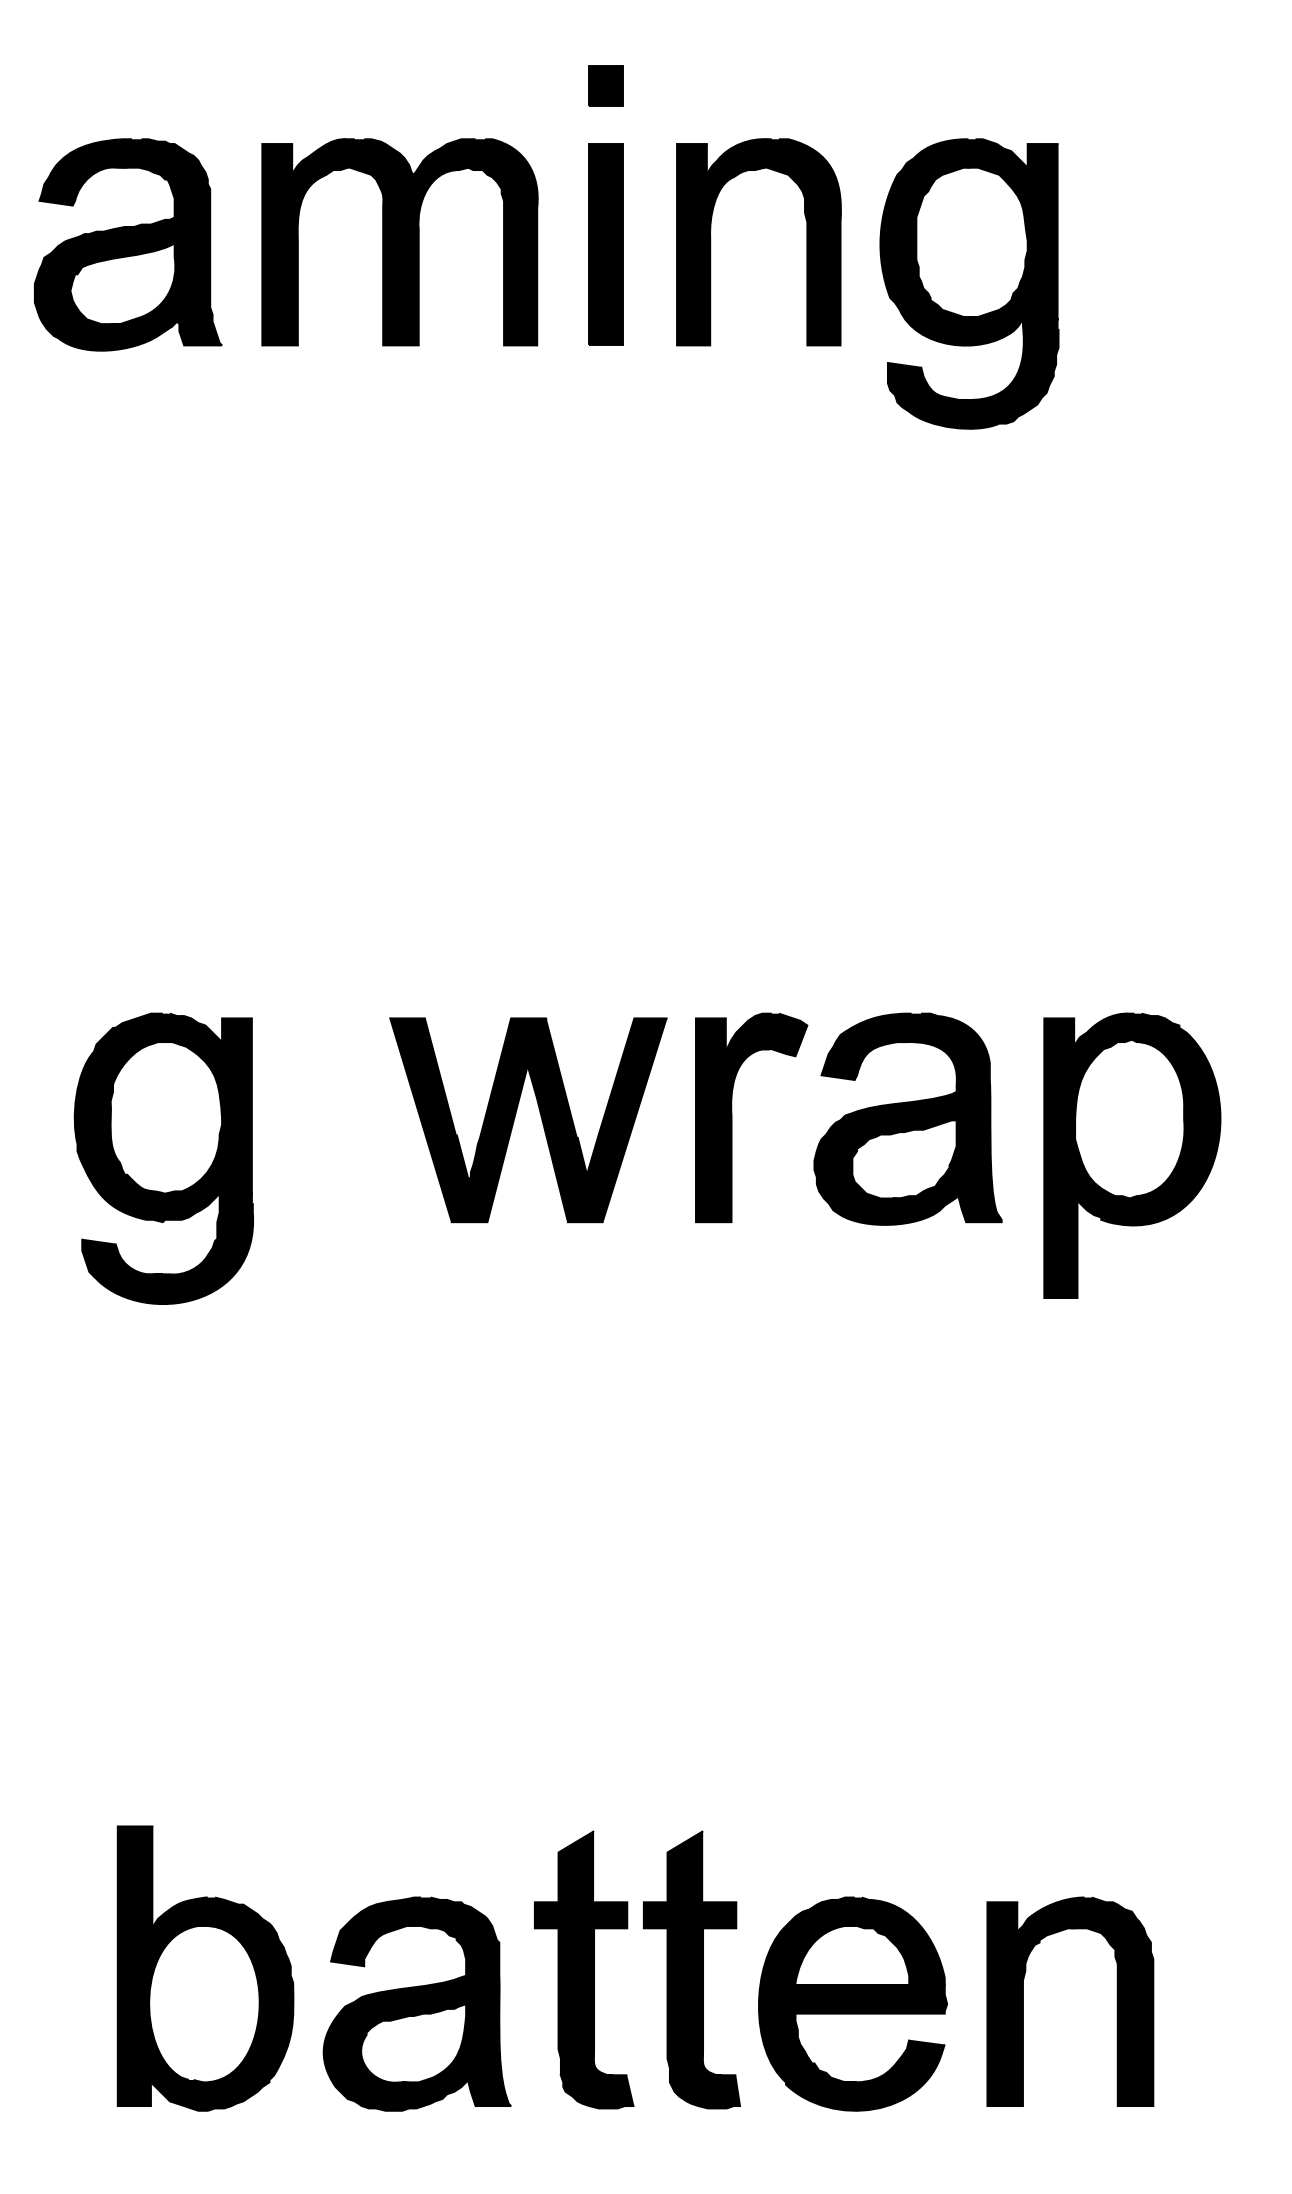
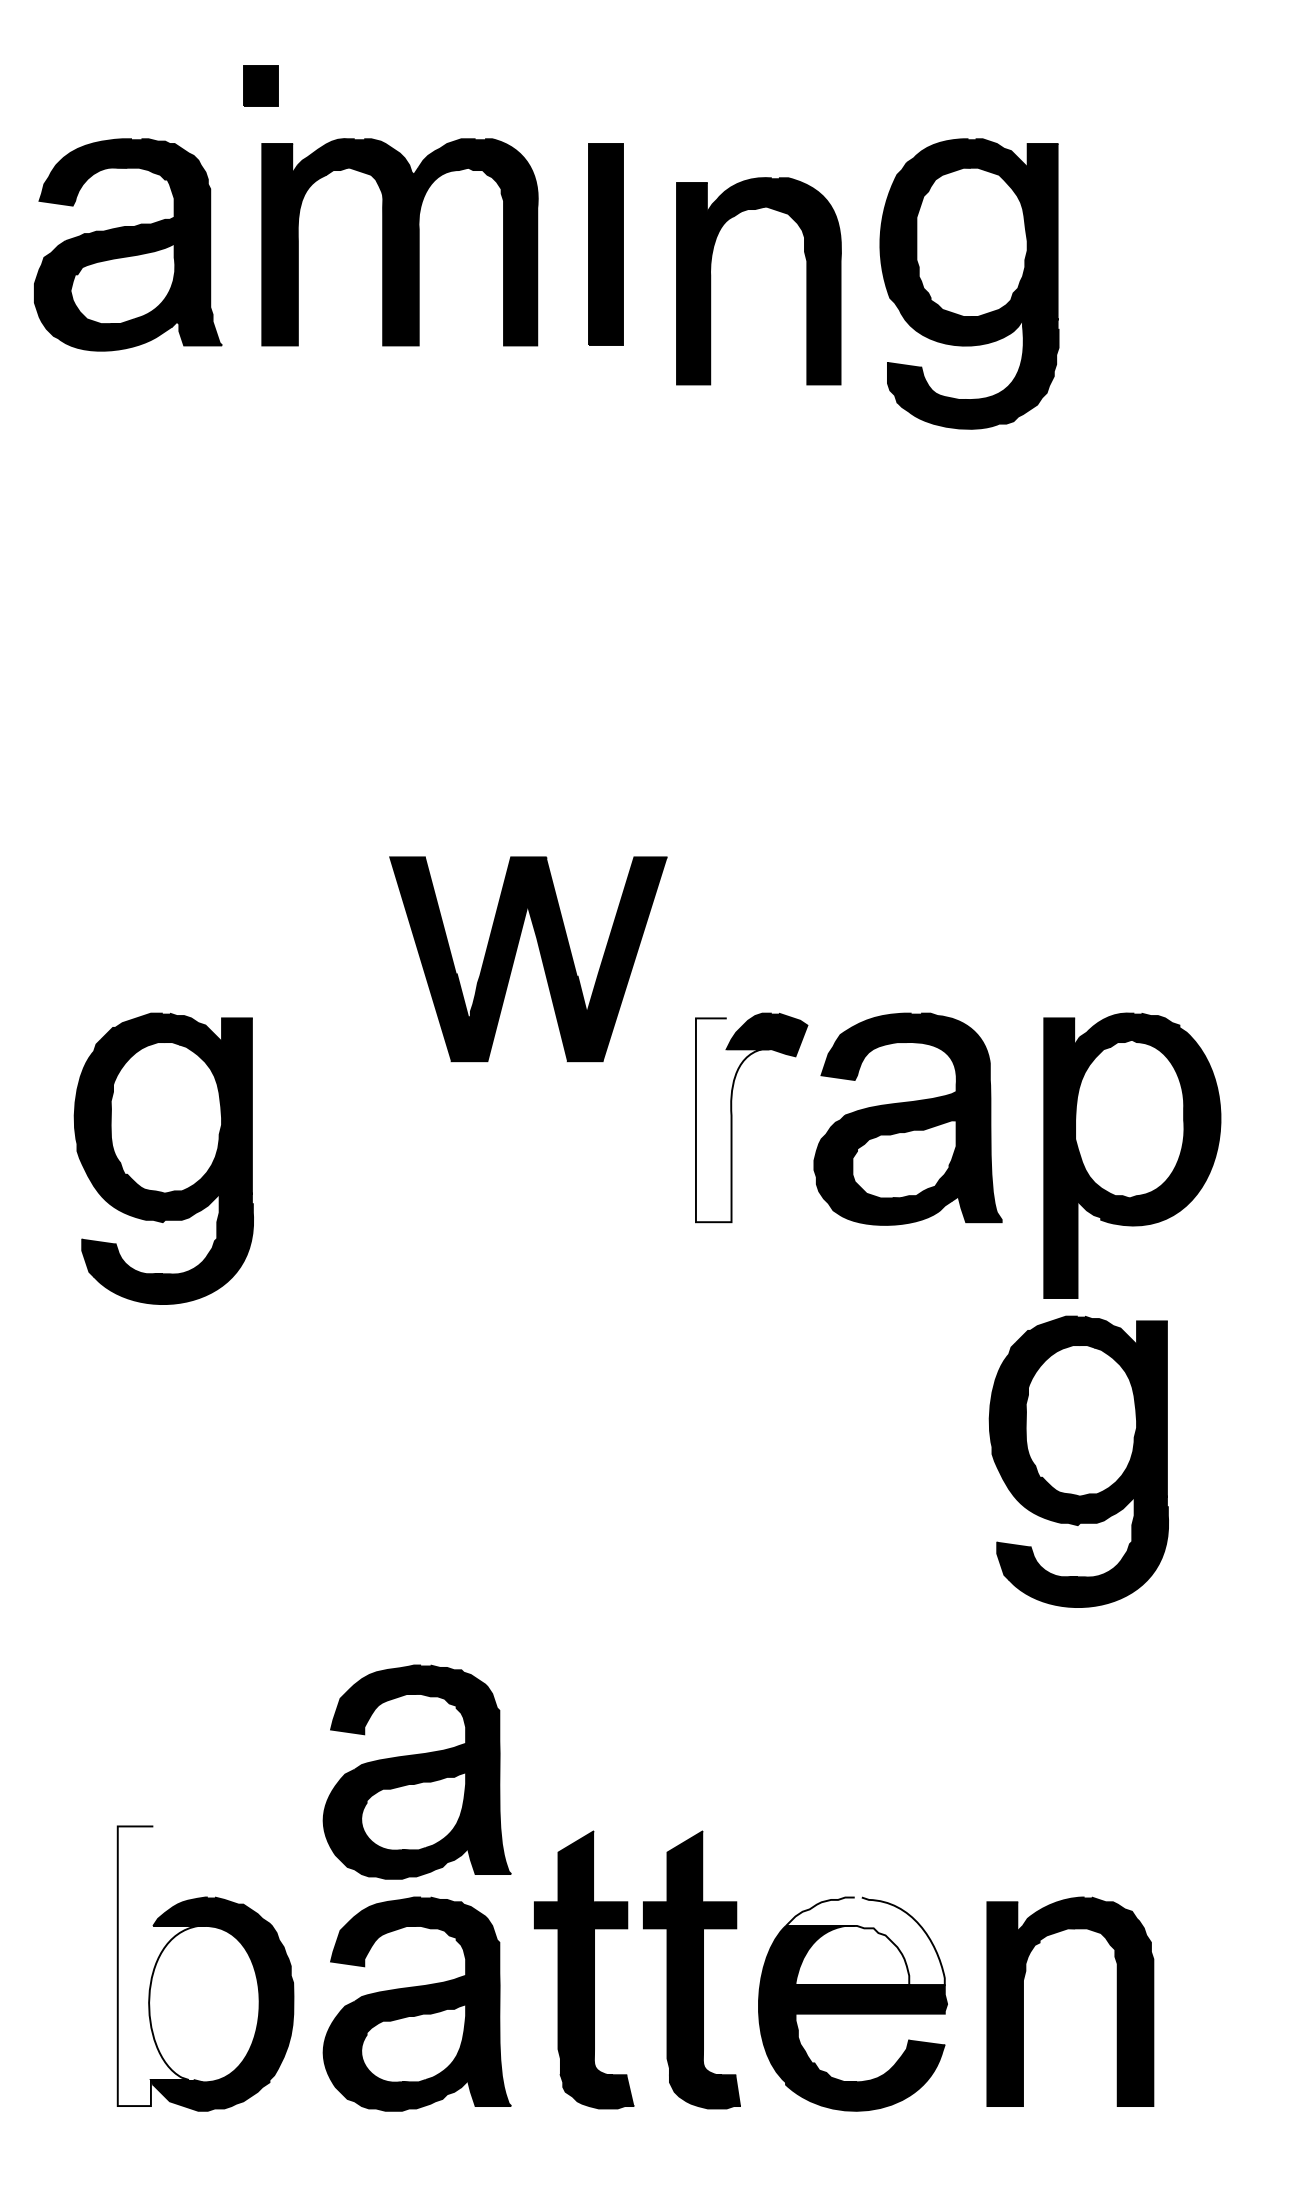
part at (605, 85) position: (605, 85) -> (260, 85)
part at (711, 242) position: (711, 242) -> (711, 281)
part at (540, 1117) position: (540, 1117) -> (540, 956)
fill at (732, 1120): present -> none
part at (1078, 1461): none -> present
part at (416, 1771): none -> present
fill at (865, 1941): present -> none
fill at (161, 1966): present -> none
